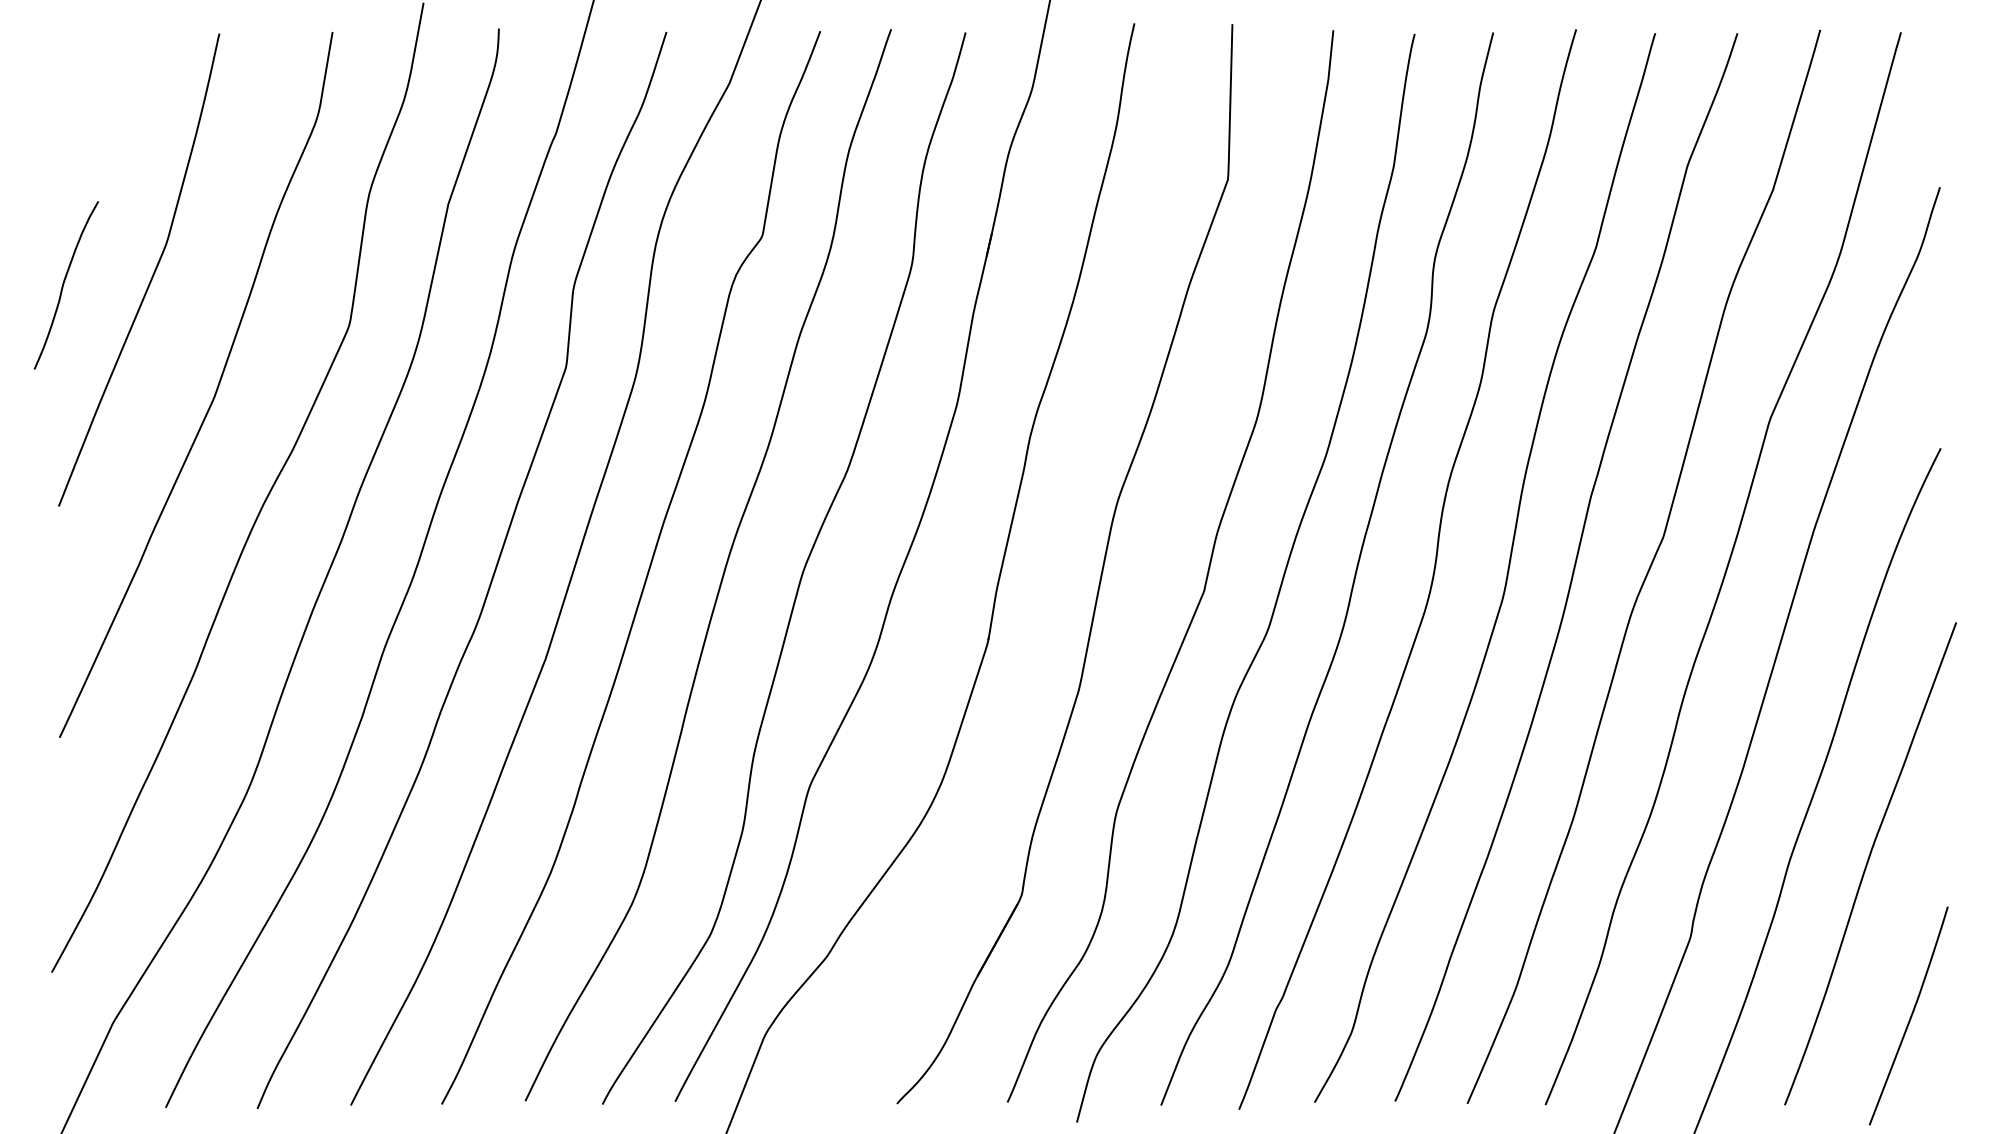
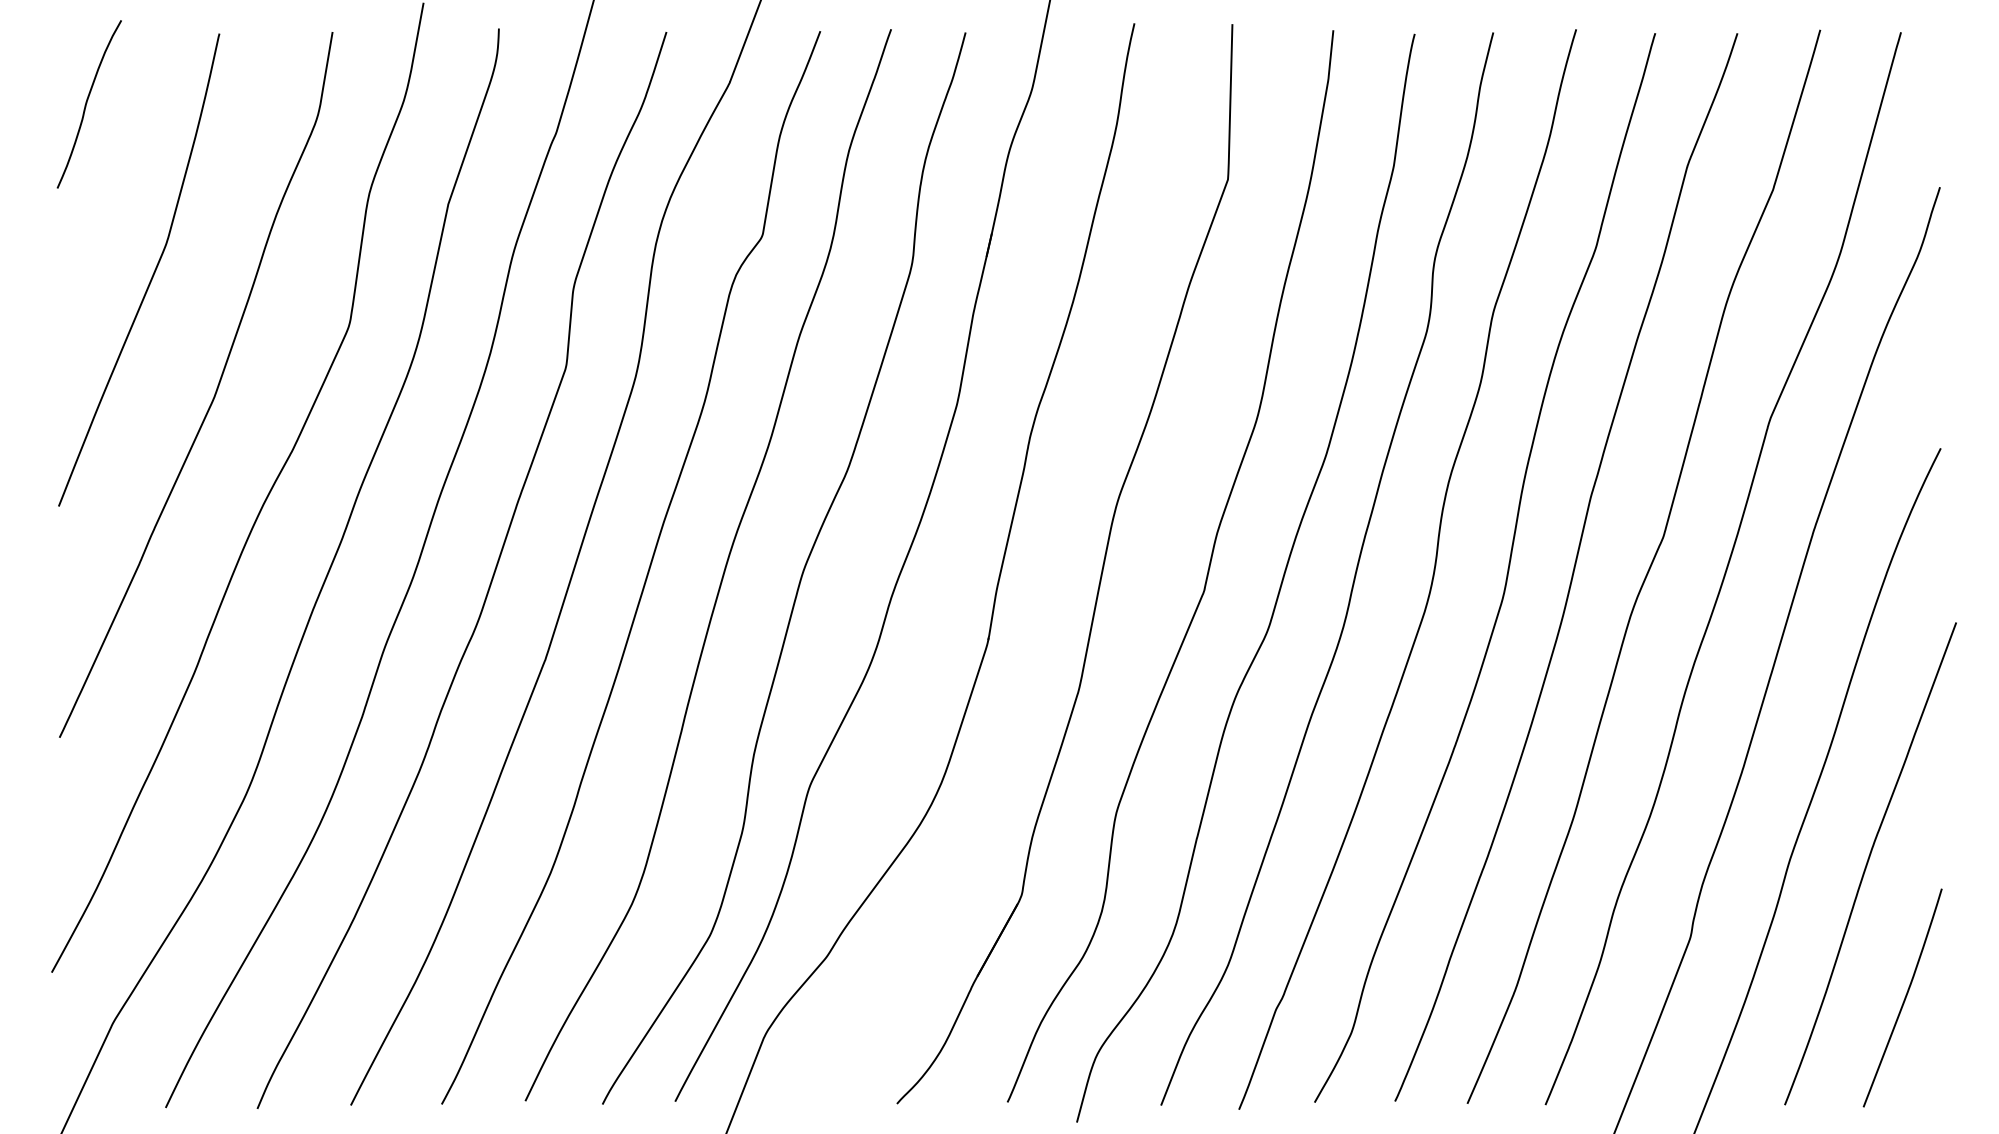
curve at (64, 284) position: (64, 284) -> (87, 103)
curve at (1910, 1015) position: (1910, 1015) -> (1904, 997)
